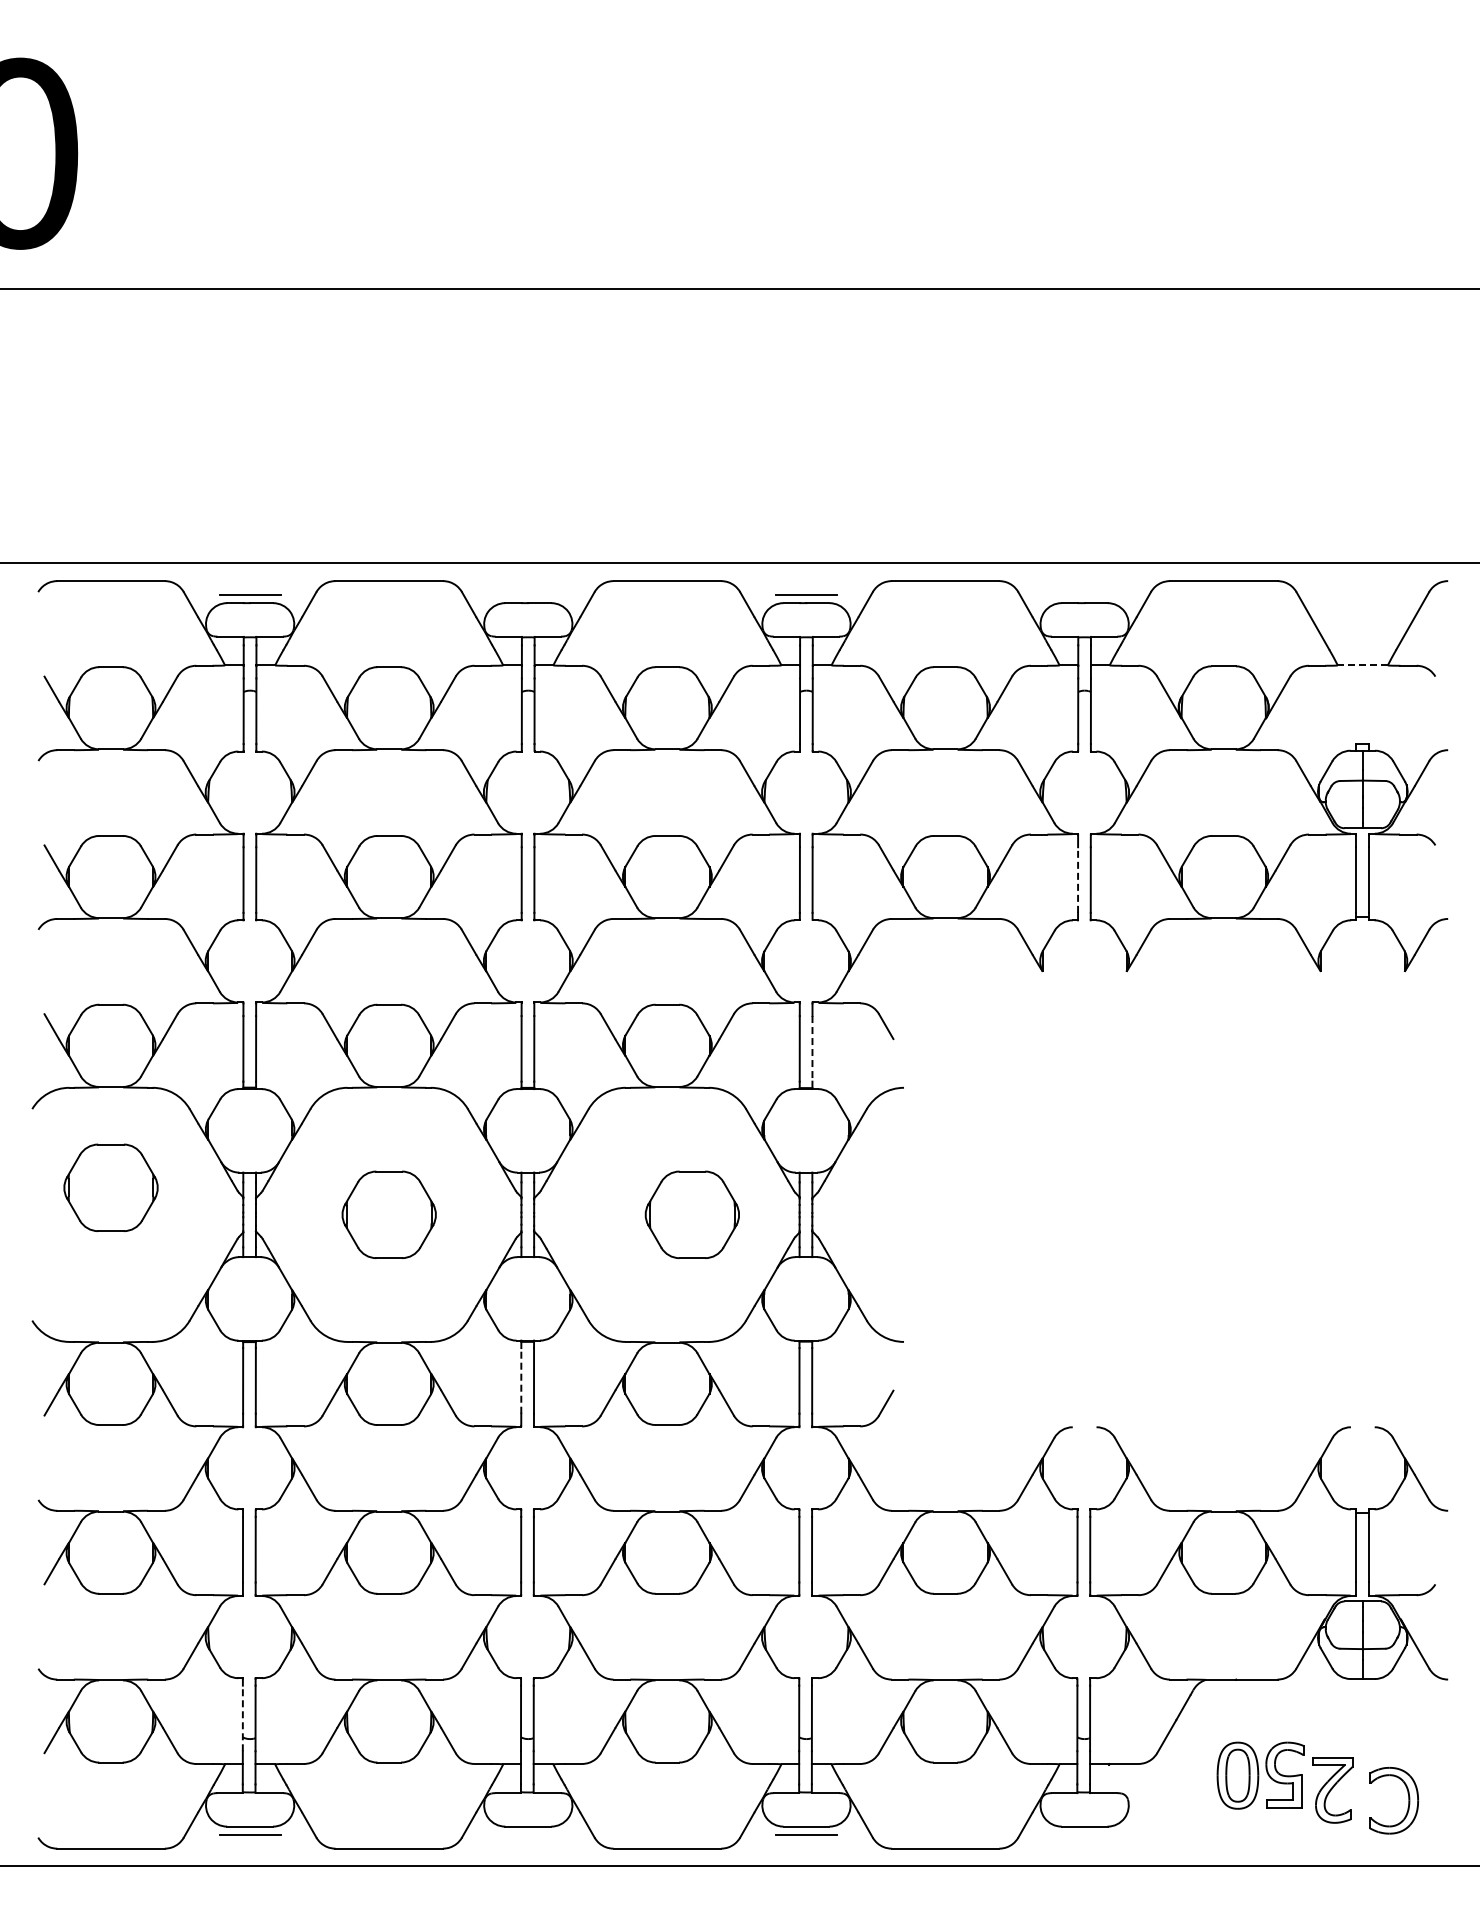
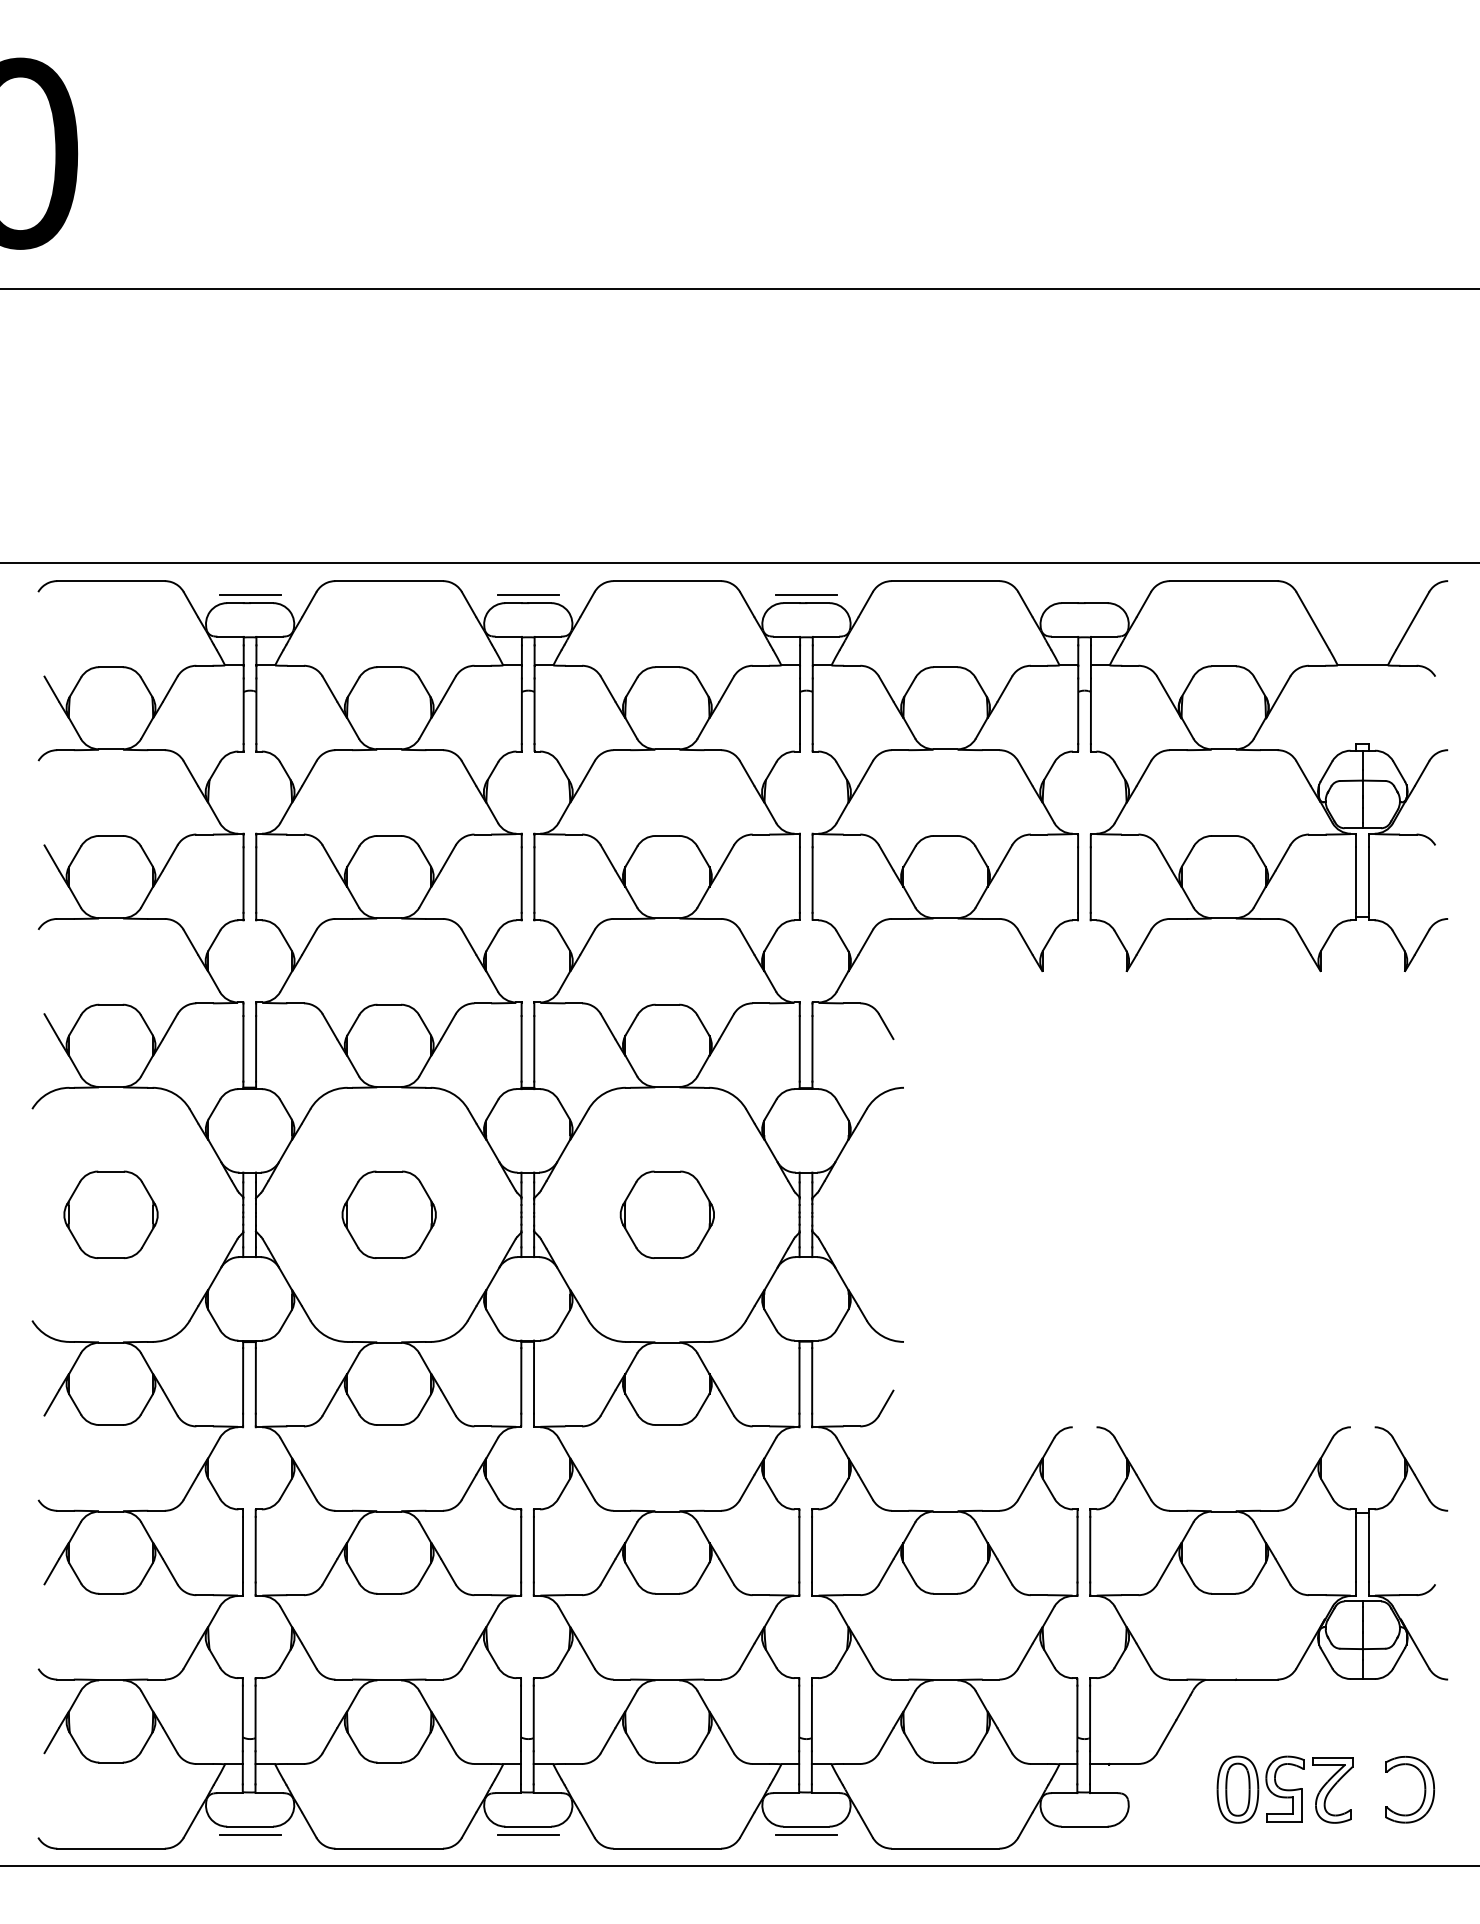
line at (527, 595): none -> present
line at (1362, 665): dashed -> solid
line at (1078, 880): dashed -> solid
line at (812, 1048): dashed -> solid
part at (110, 1187) position: (110, 1187) -> (110, 1214)
part at (691, 1214) position: (691, 1214) -> (666, 1214)
line at (521, 1380): dashed -> solid
line at (242, 1718): dashed -> solid
part at (1260, 1775) position: (1260, 1775) -> (1260, 1789)
part at (1408, 1800) position: (1408, 1800) -> (1424, 1789)
line at (527, 1834): none -> present
